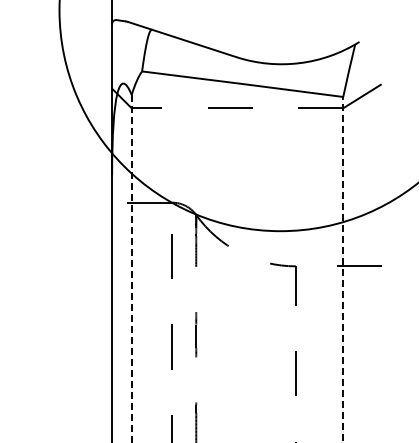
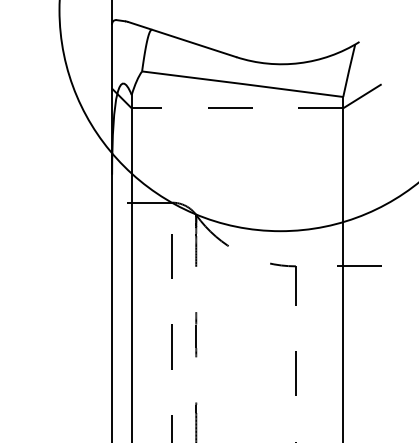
line at (131, 269): dashed -> solid
line at (343, 269): dashed -> solid
